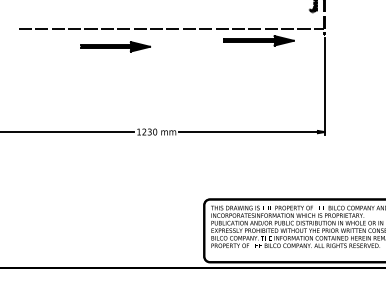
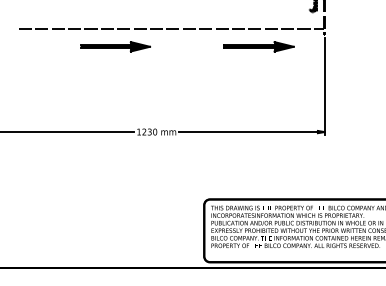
part at (258, 40) position: (258, 40) -> (258, 46)
